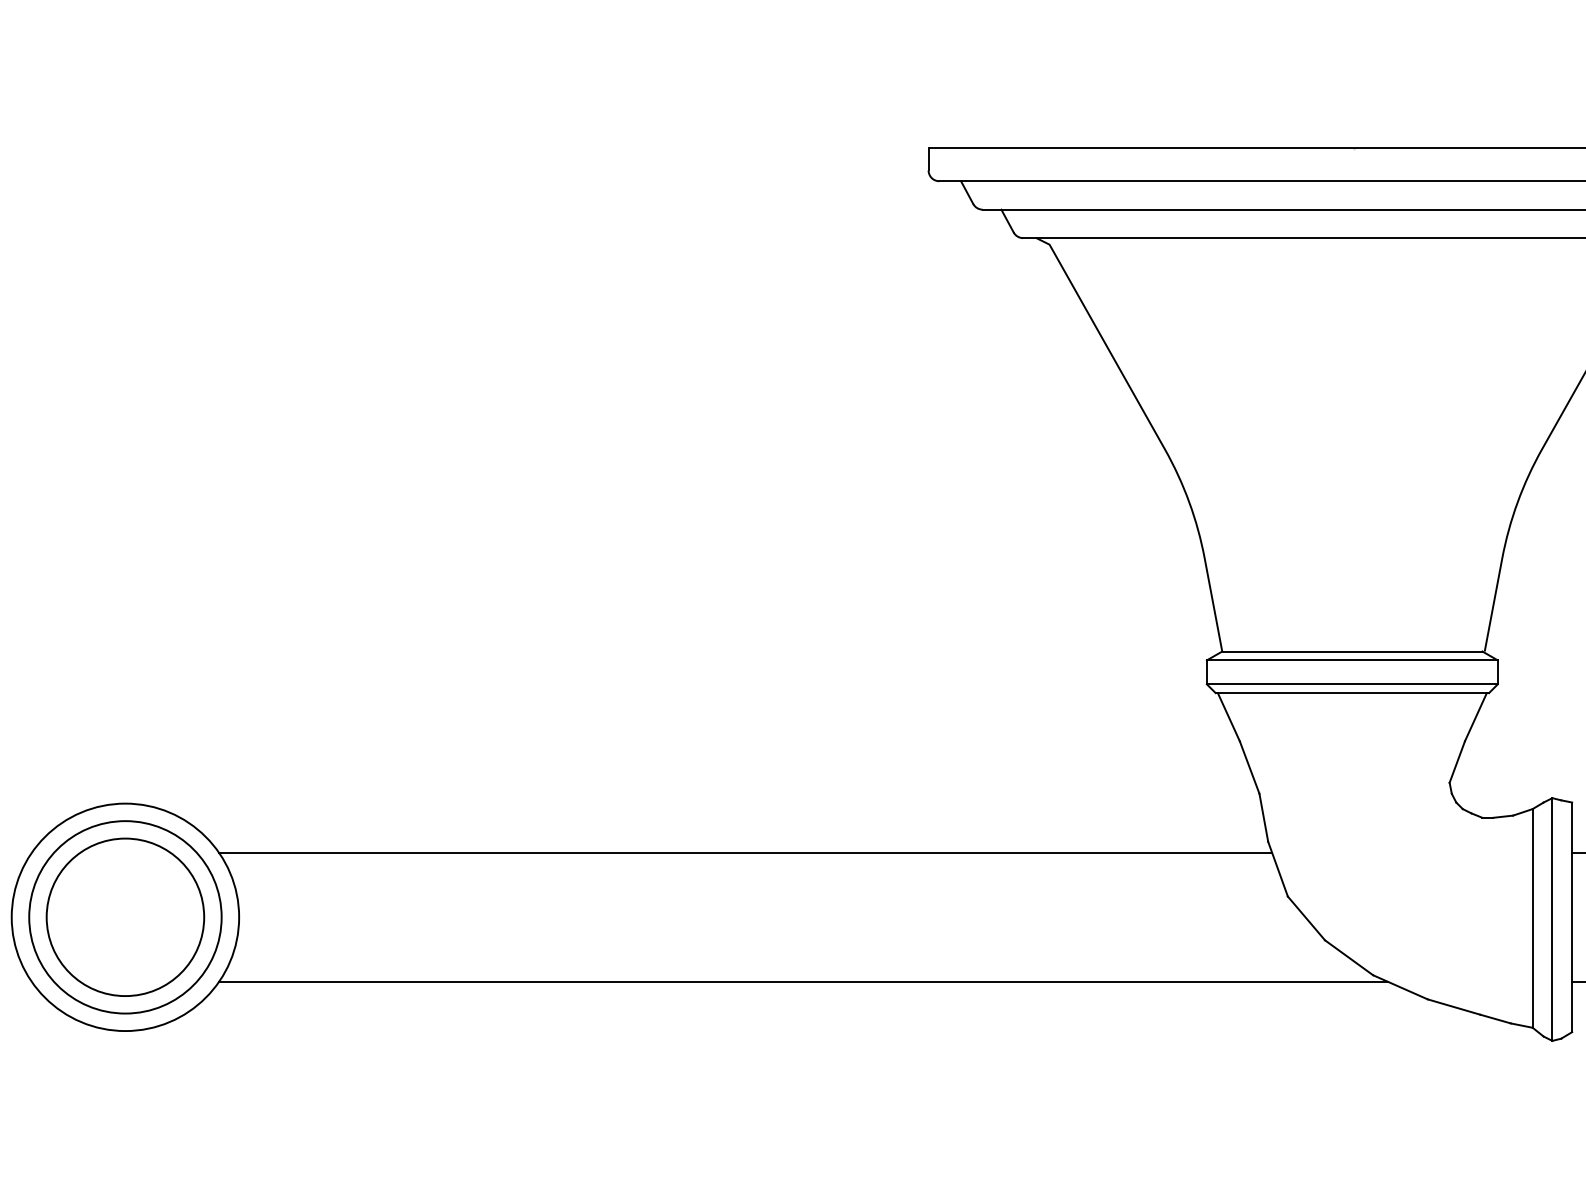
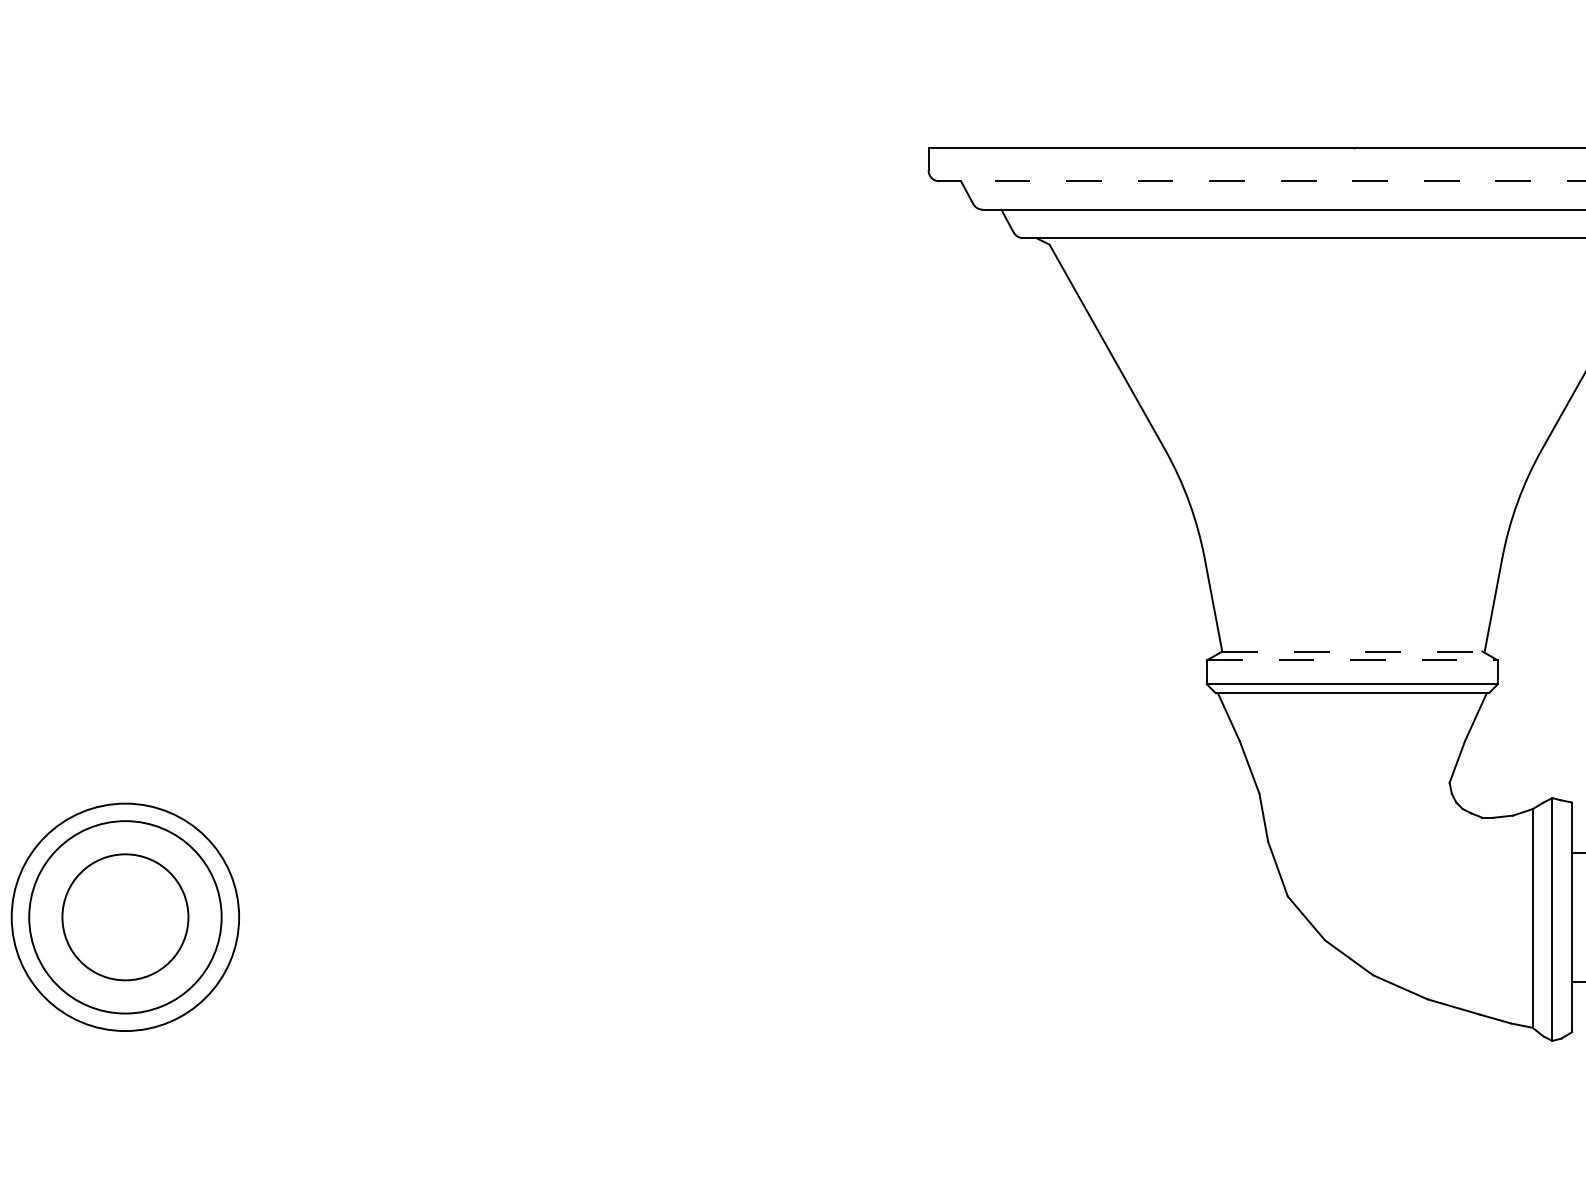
line at (1273, 181): solid -> dashed
line at (1352, 651): solid -> dashed
line at (1352, 660): solid -> dashed
line at (745, 852): present -> none
circle at (125, 917) diameter: 158 px -> 126 px
line at (803, 981): present -> none
